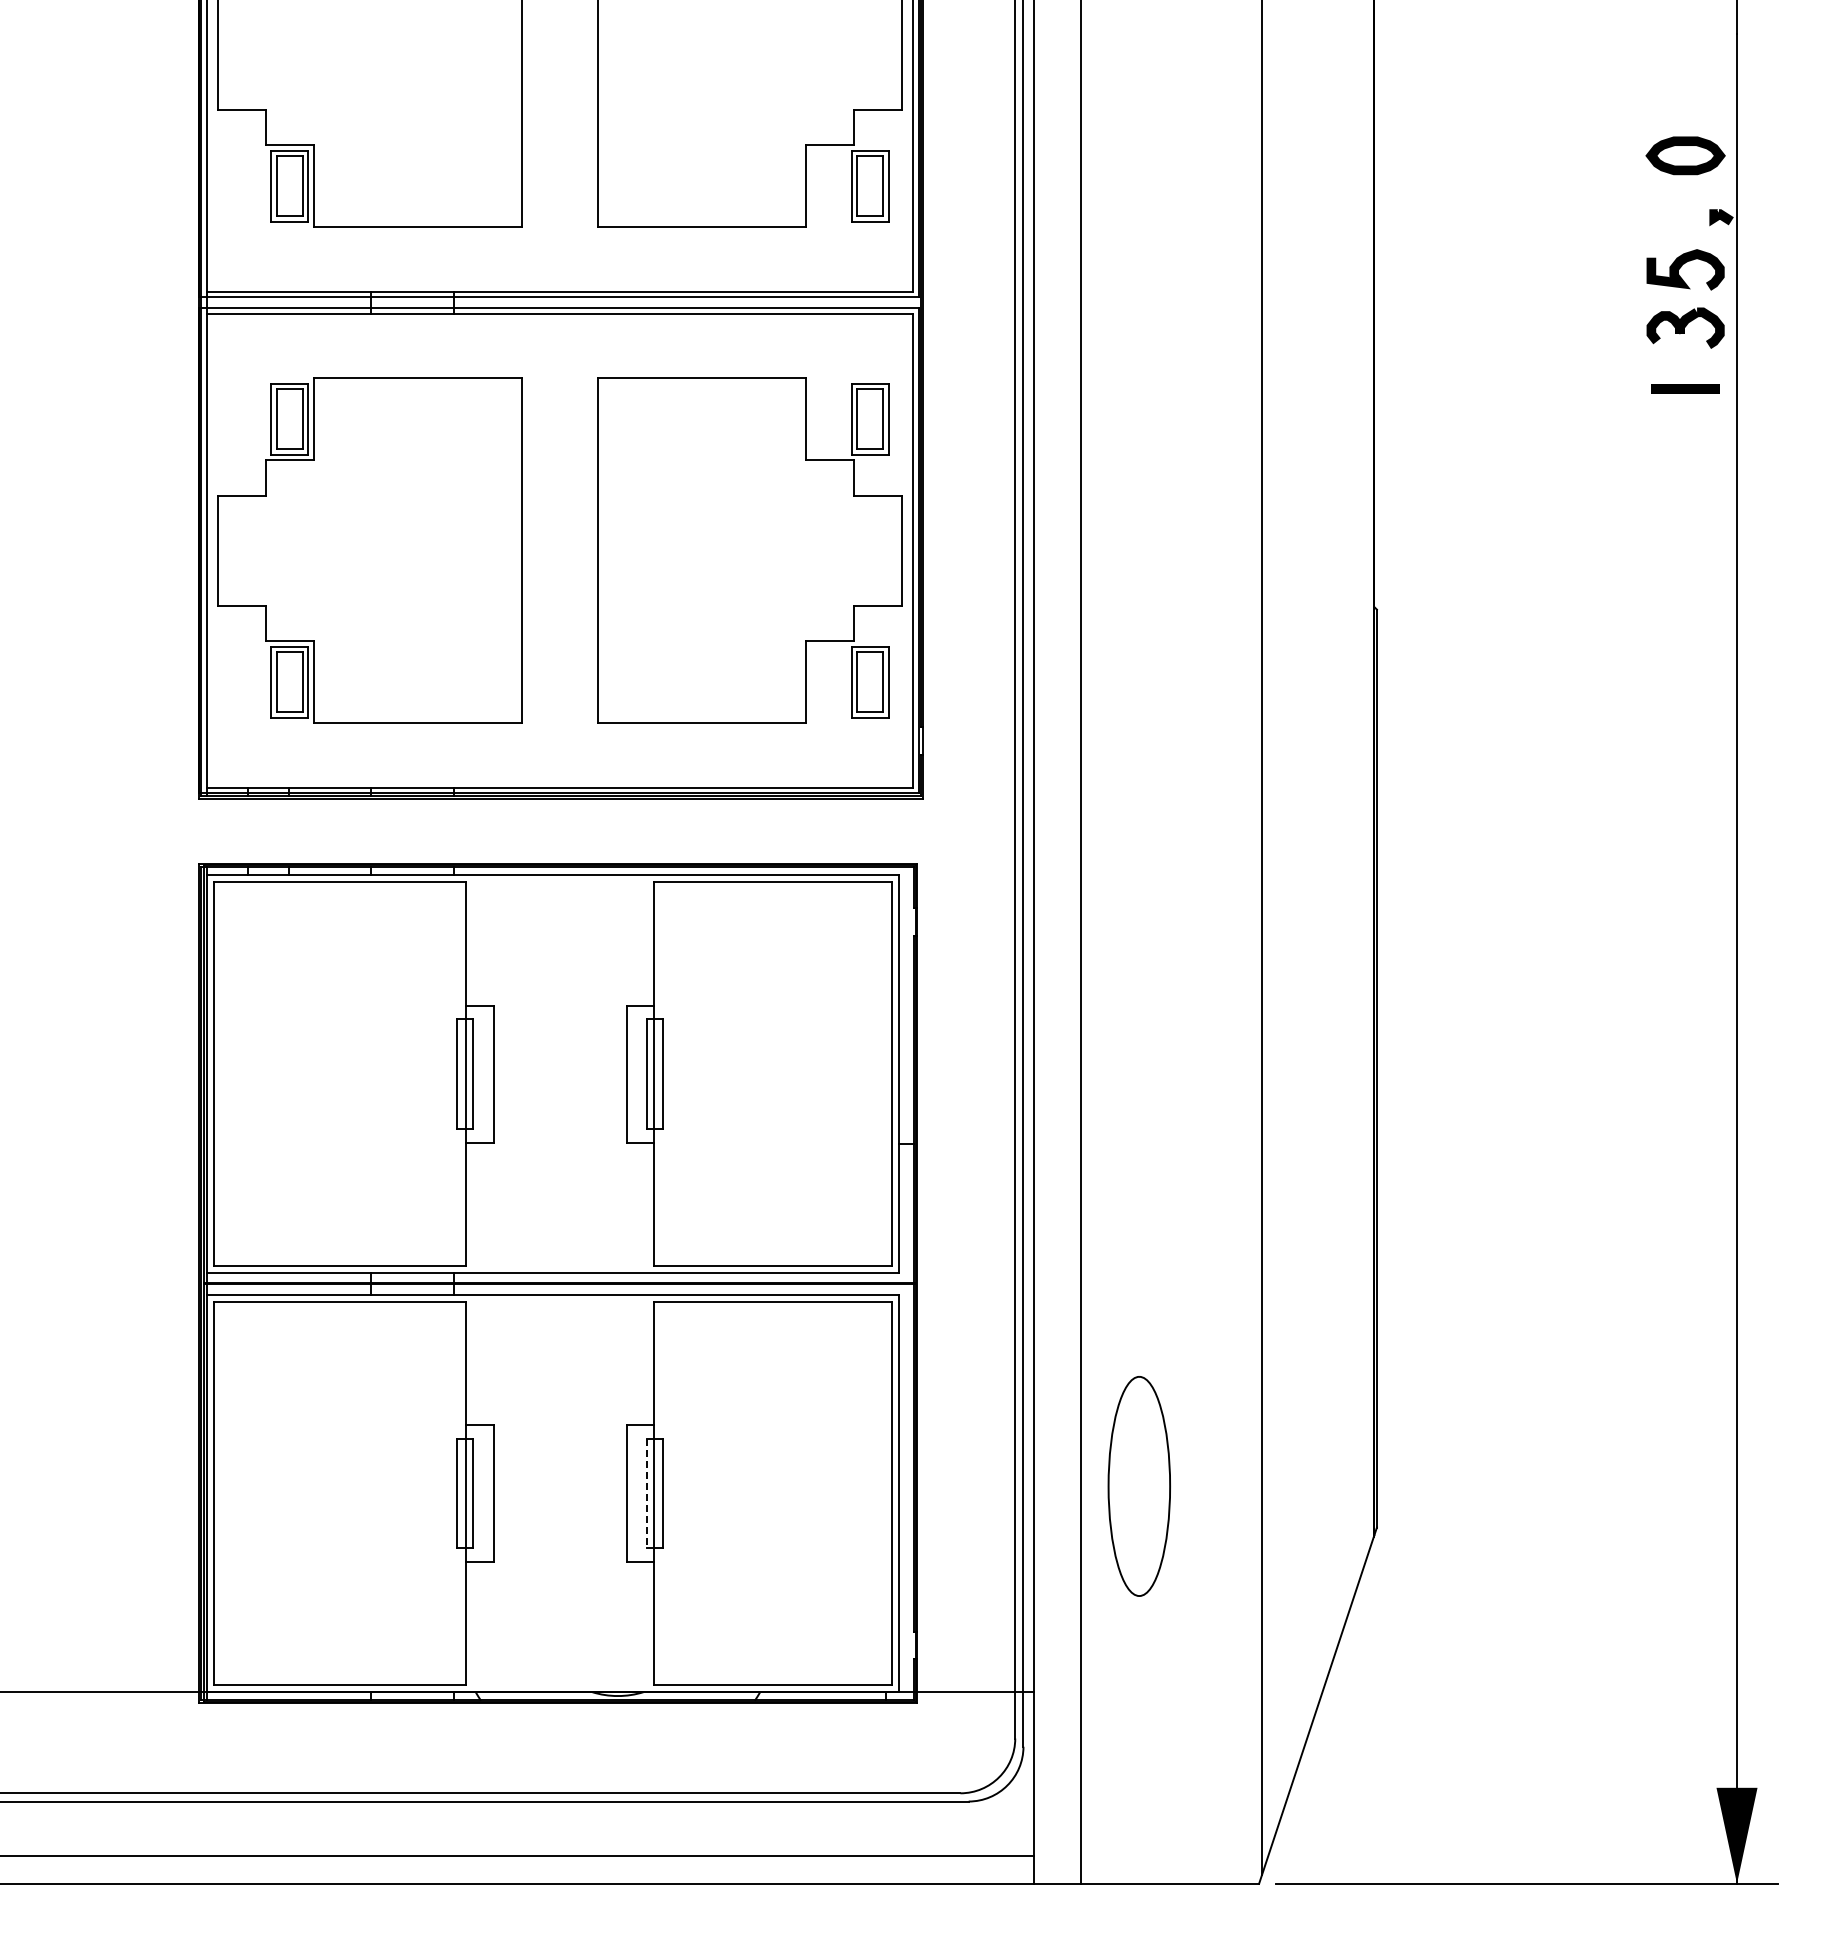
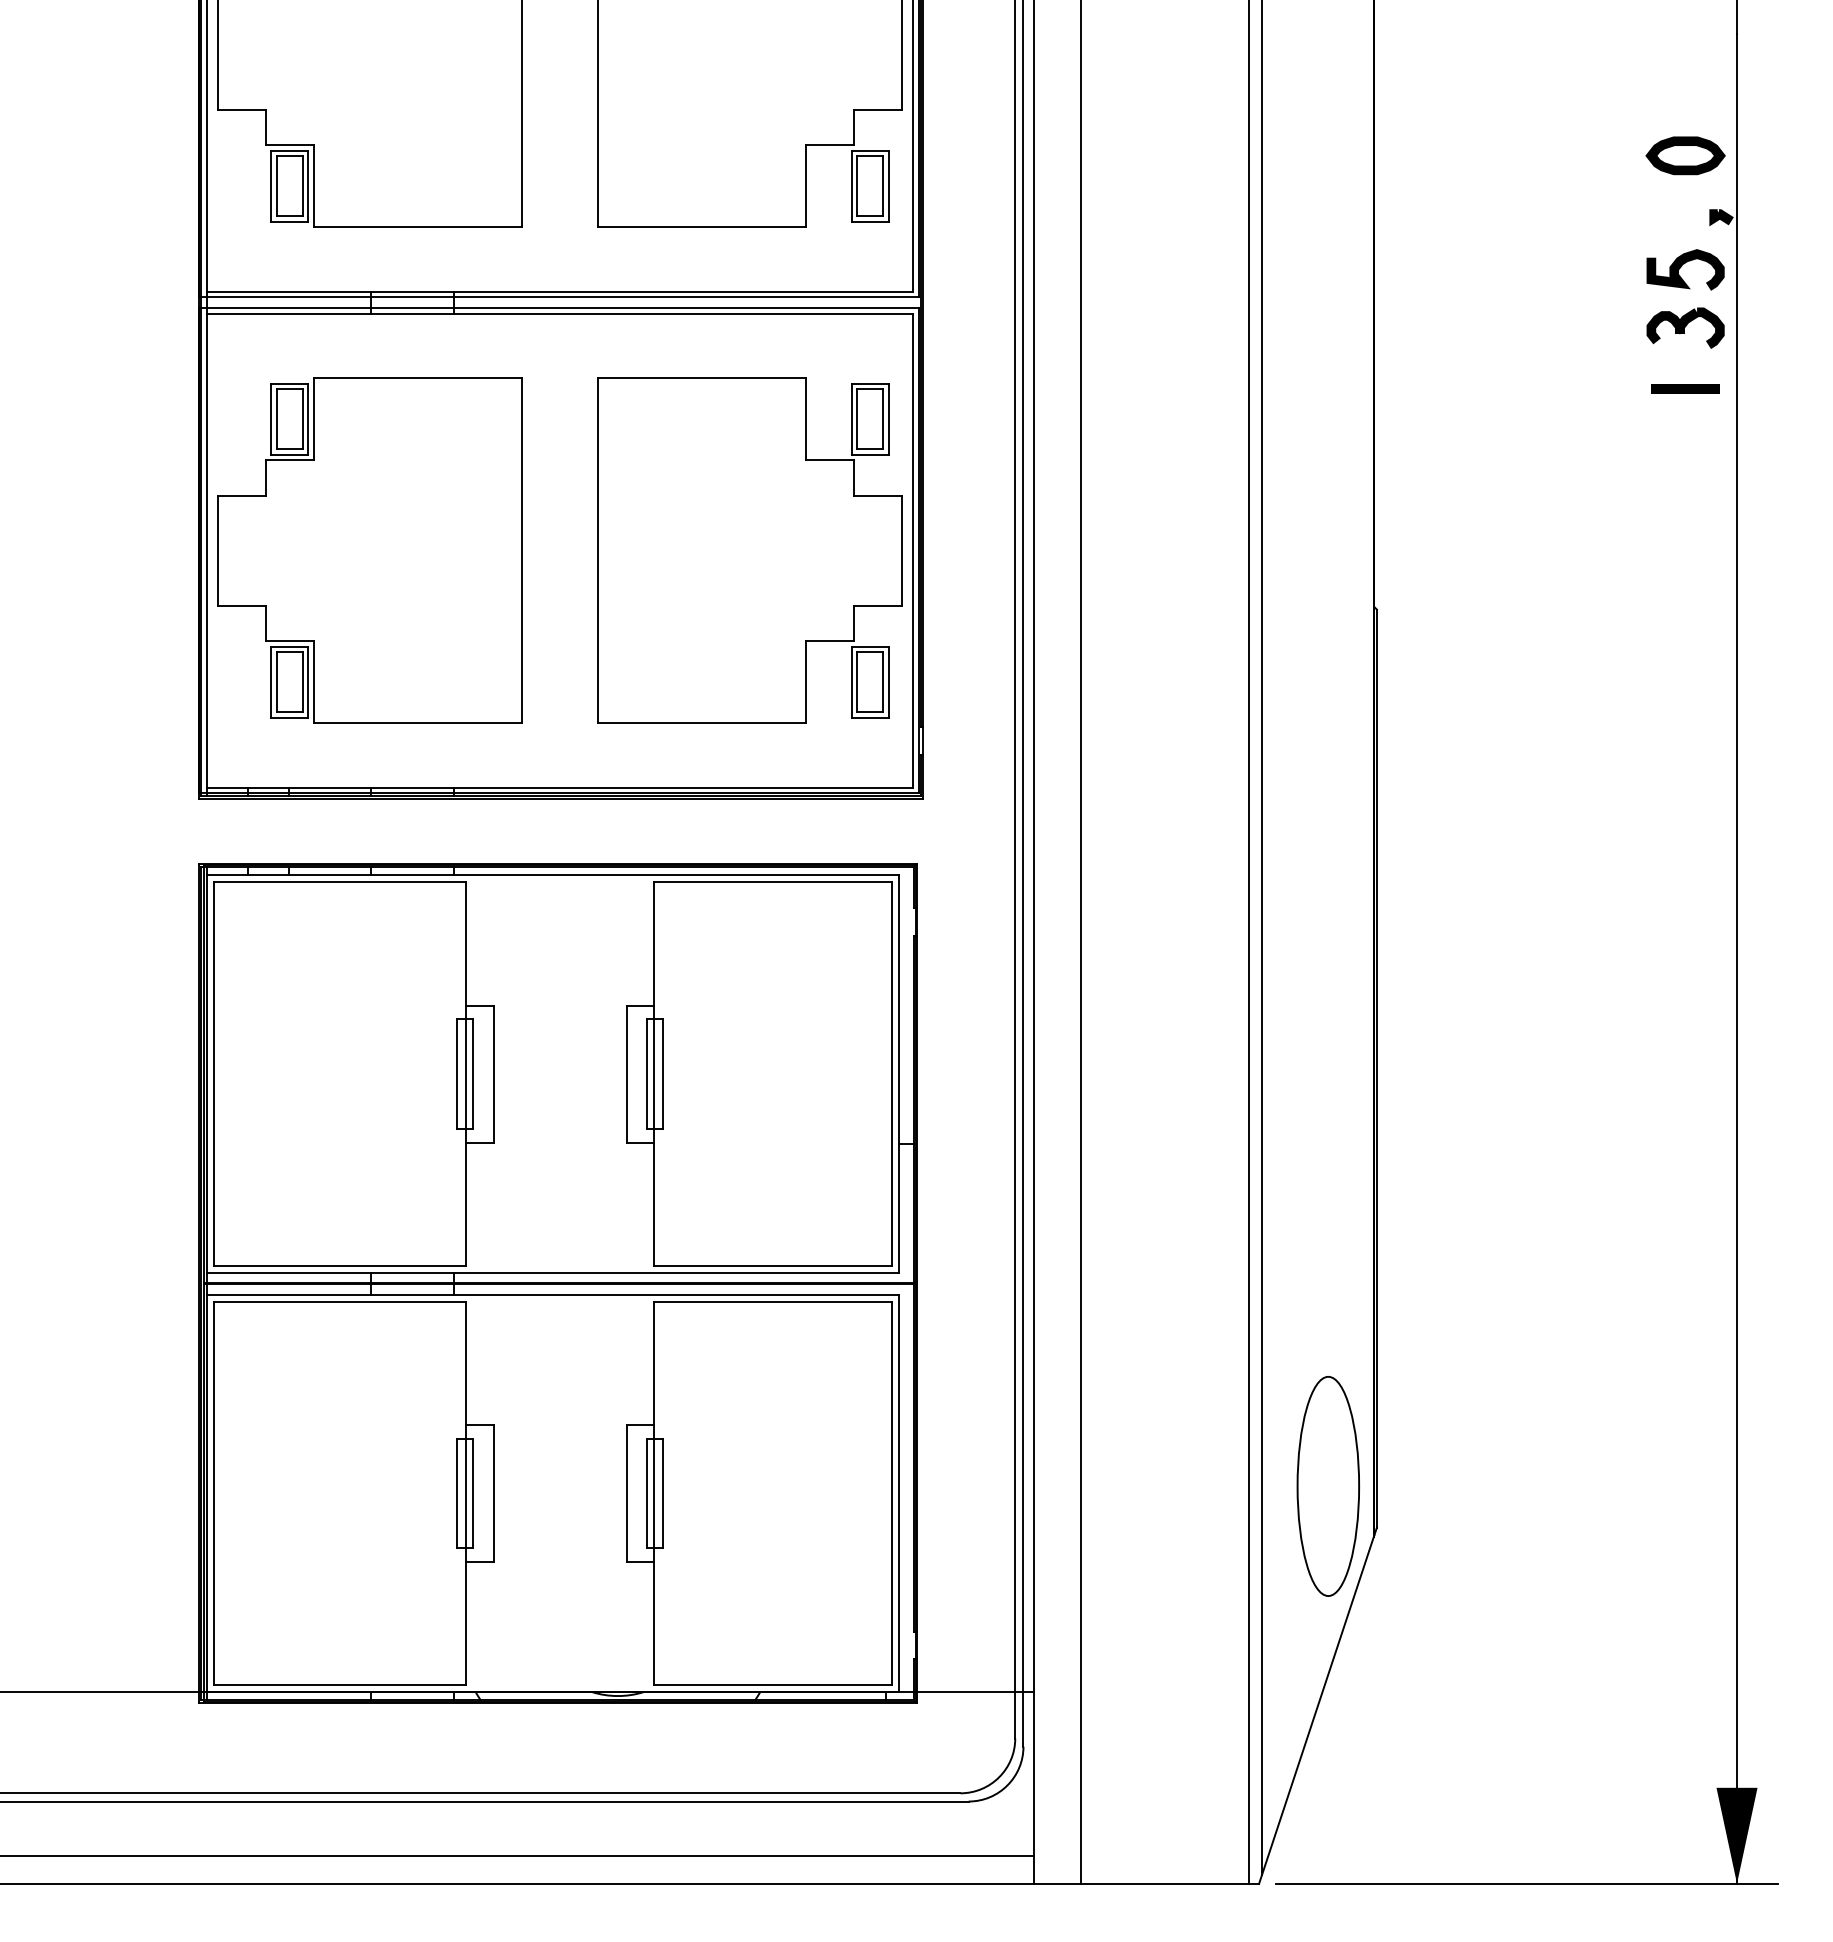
line at (1248, 942): none -> present
part at (1138, 1486) position: (1138, 1486) -> (1327, 1486)
line at (647, 1493): dashed -> solid
